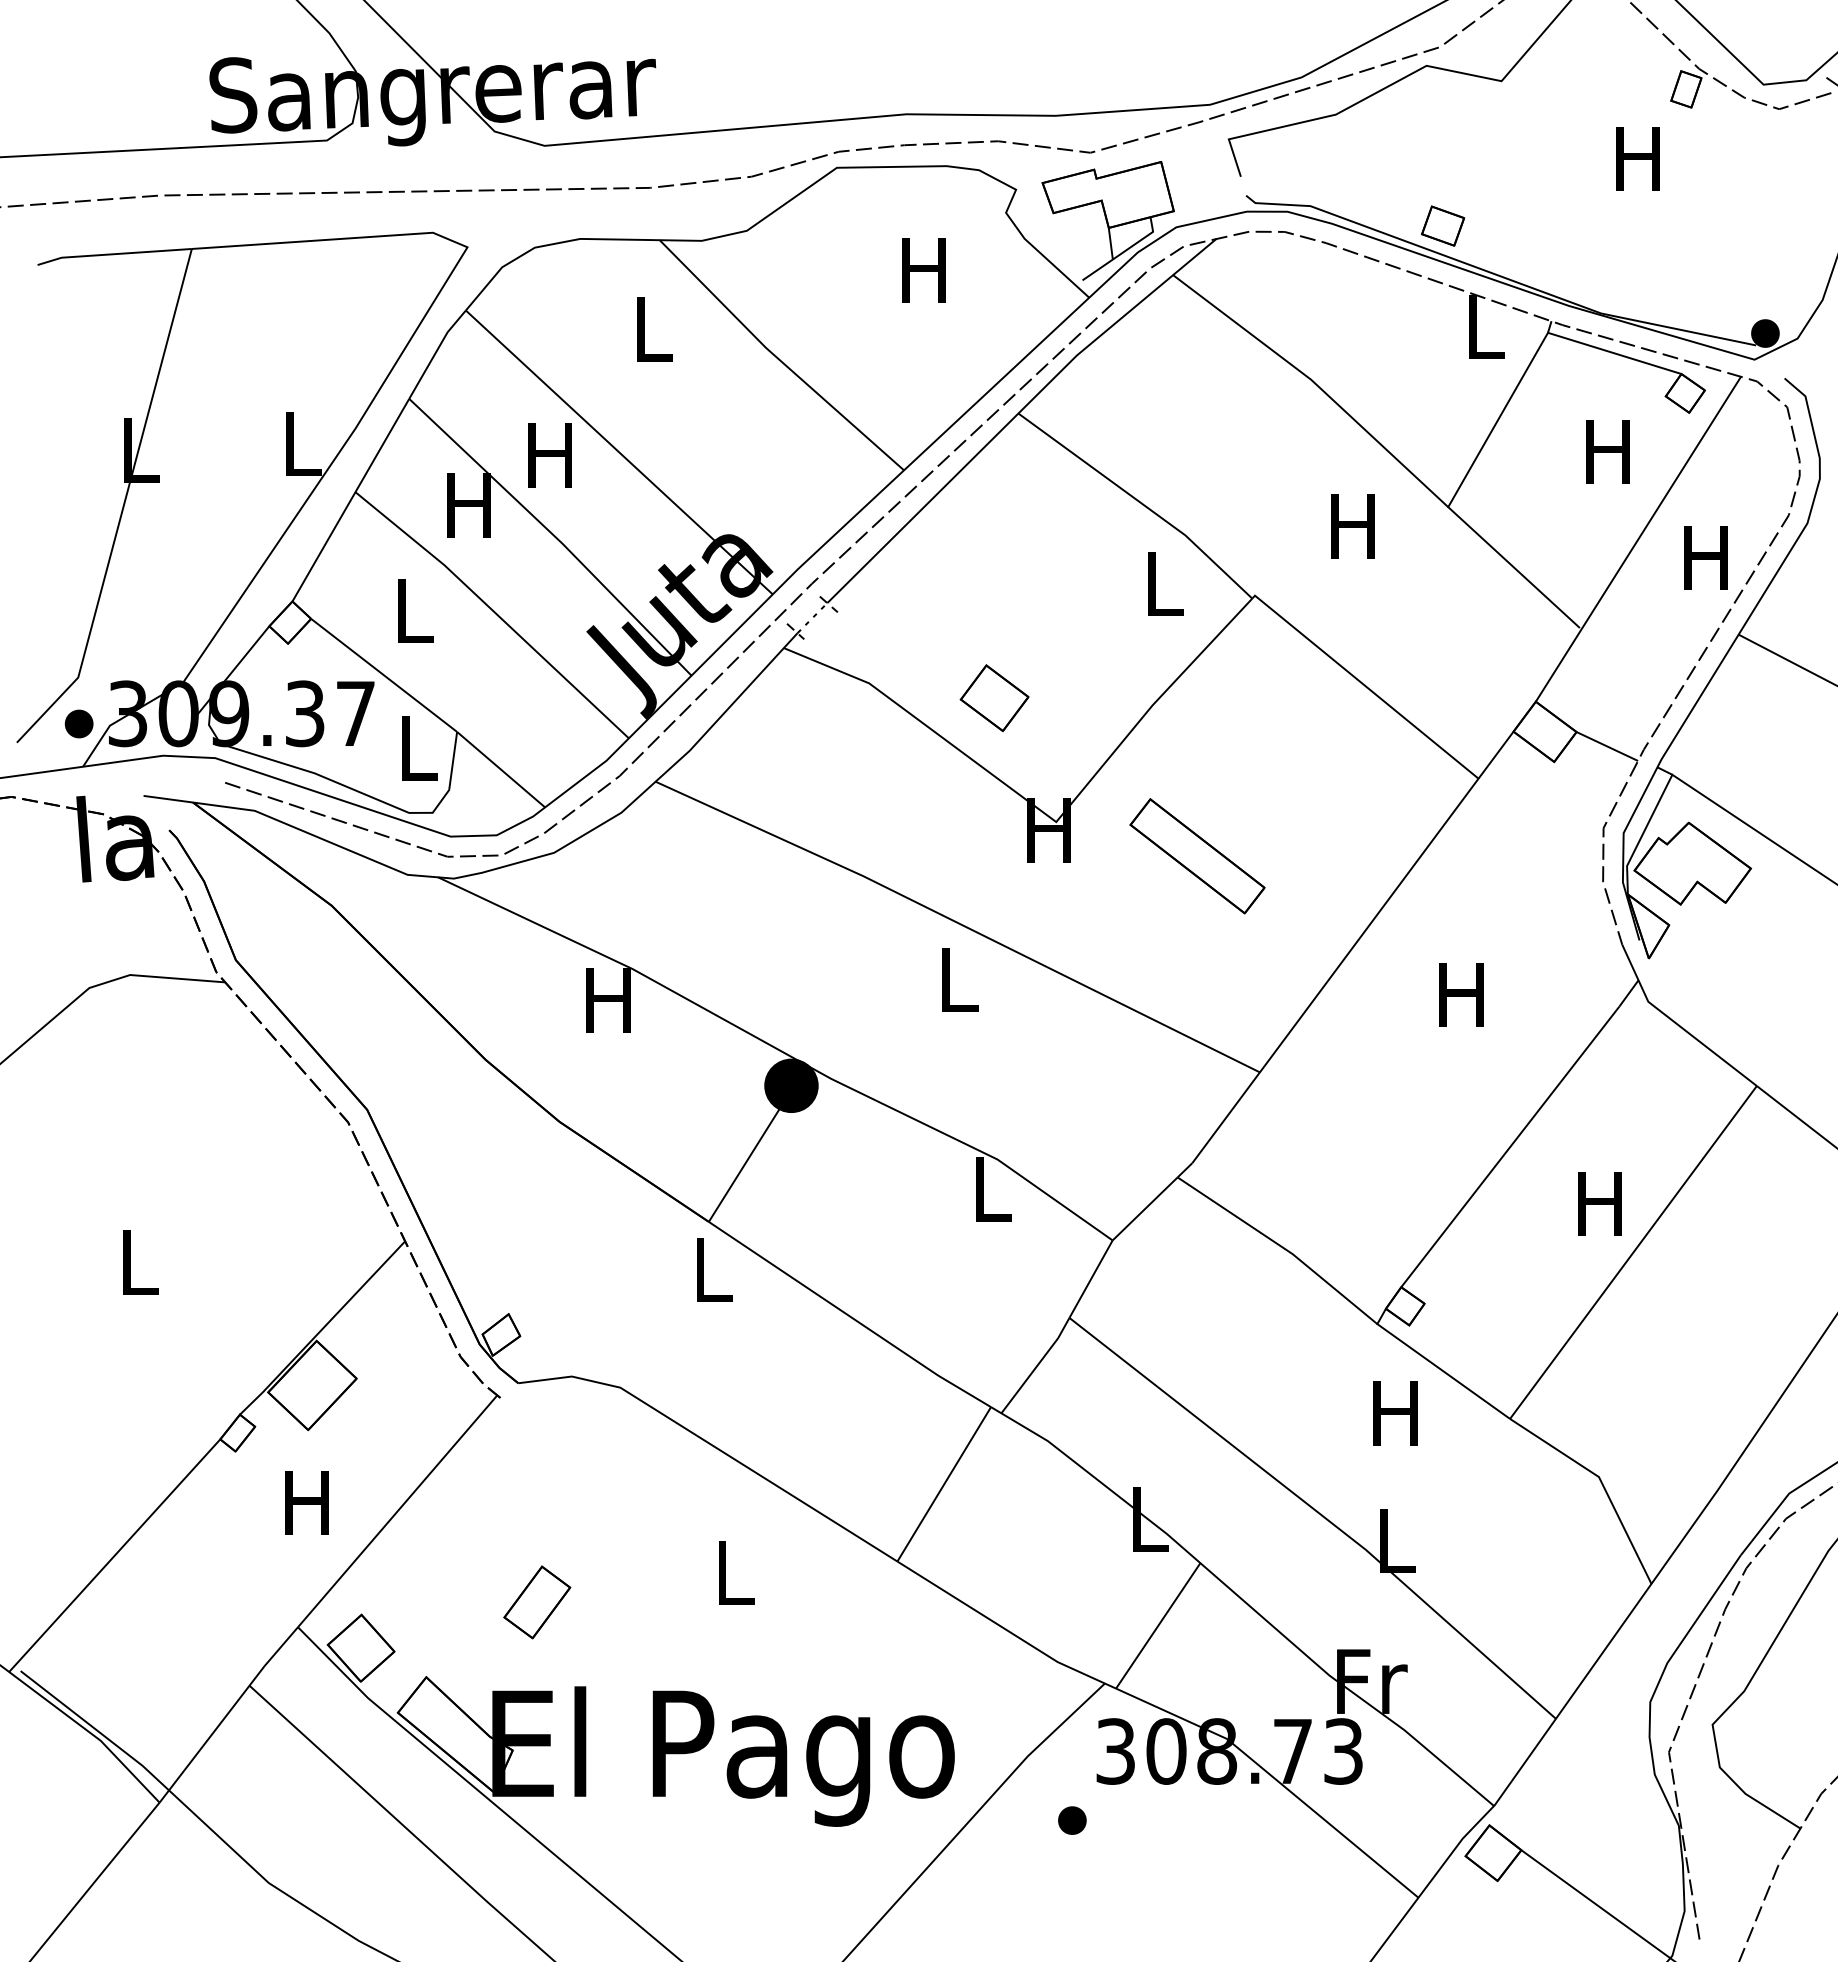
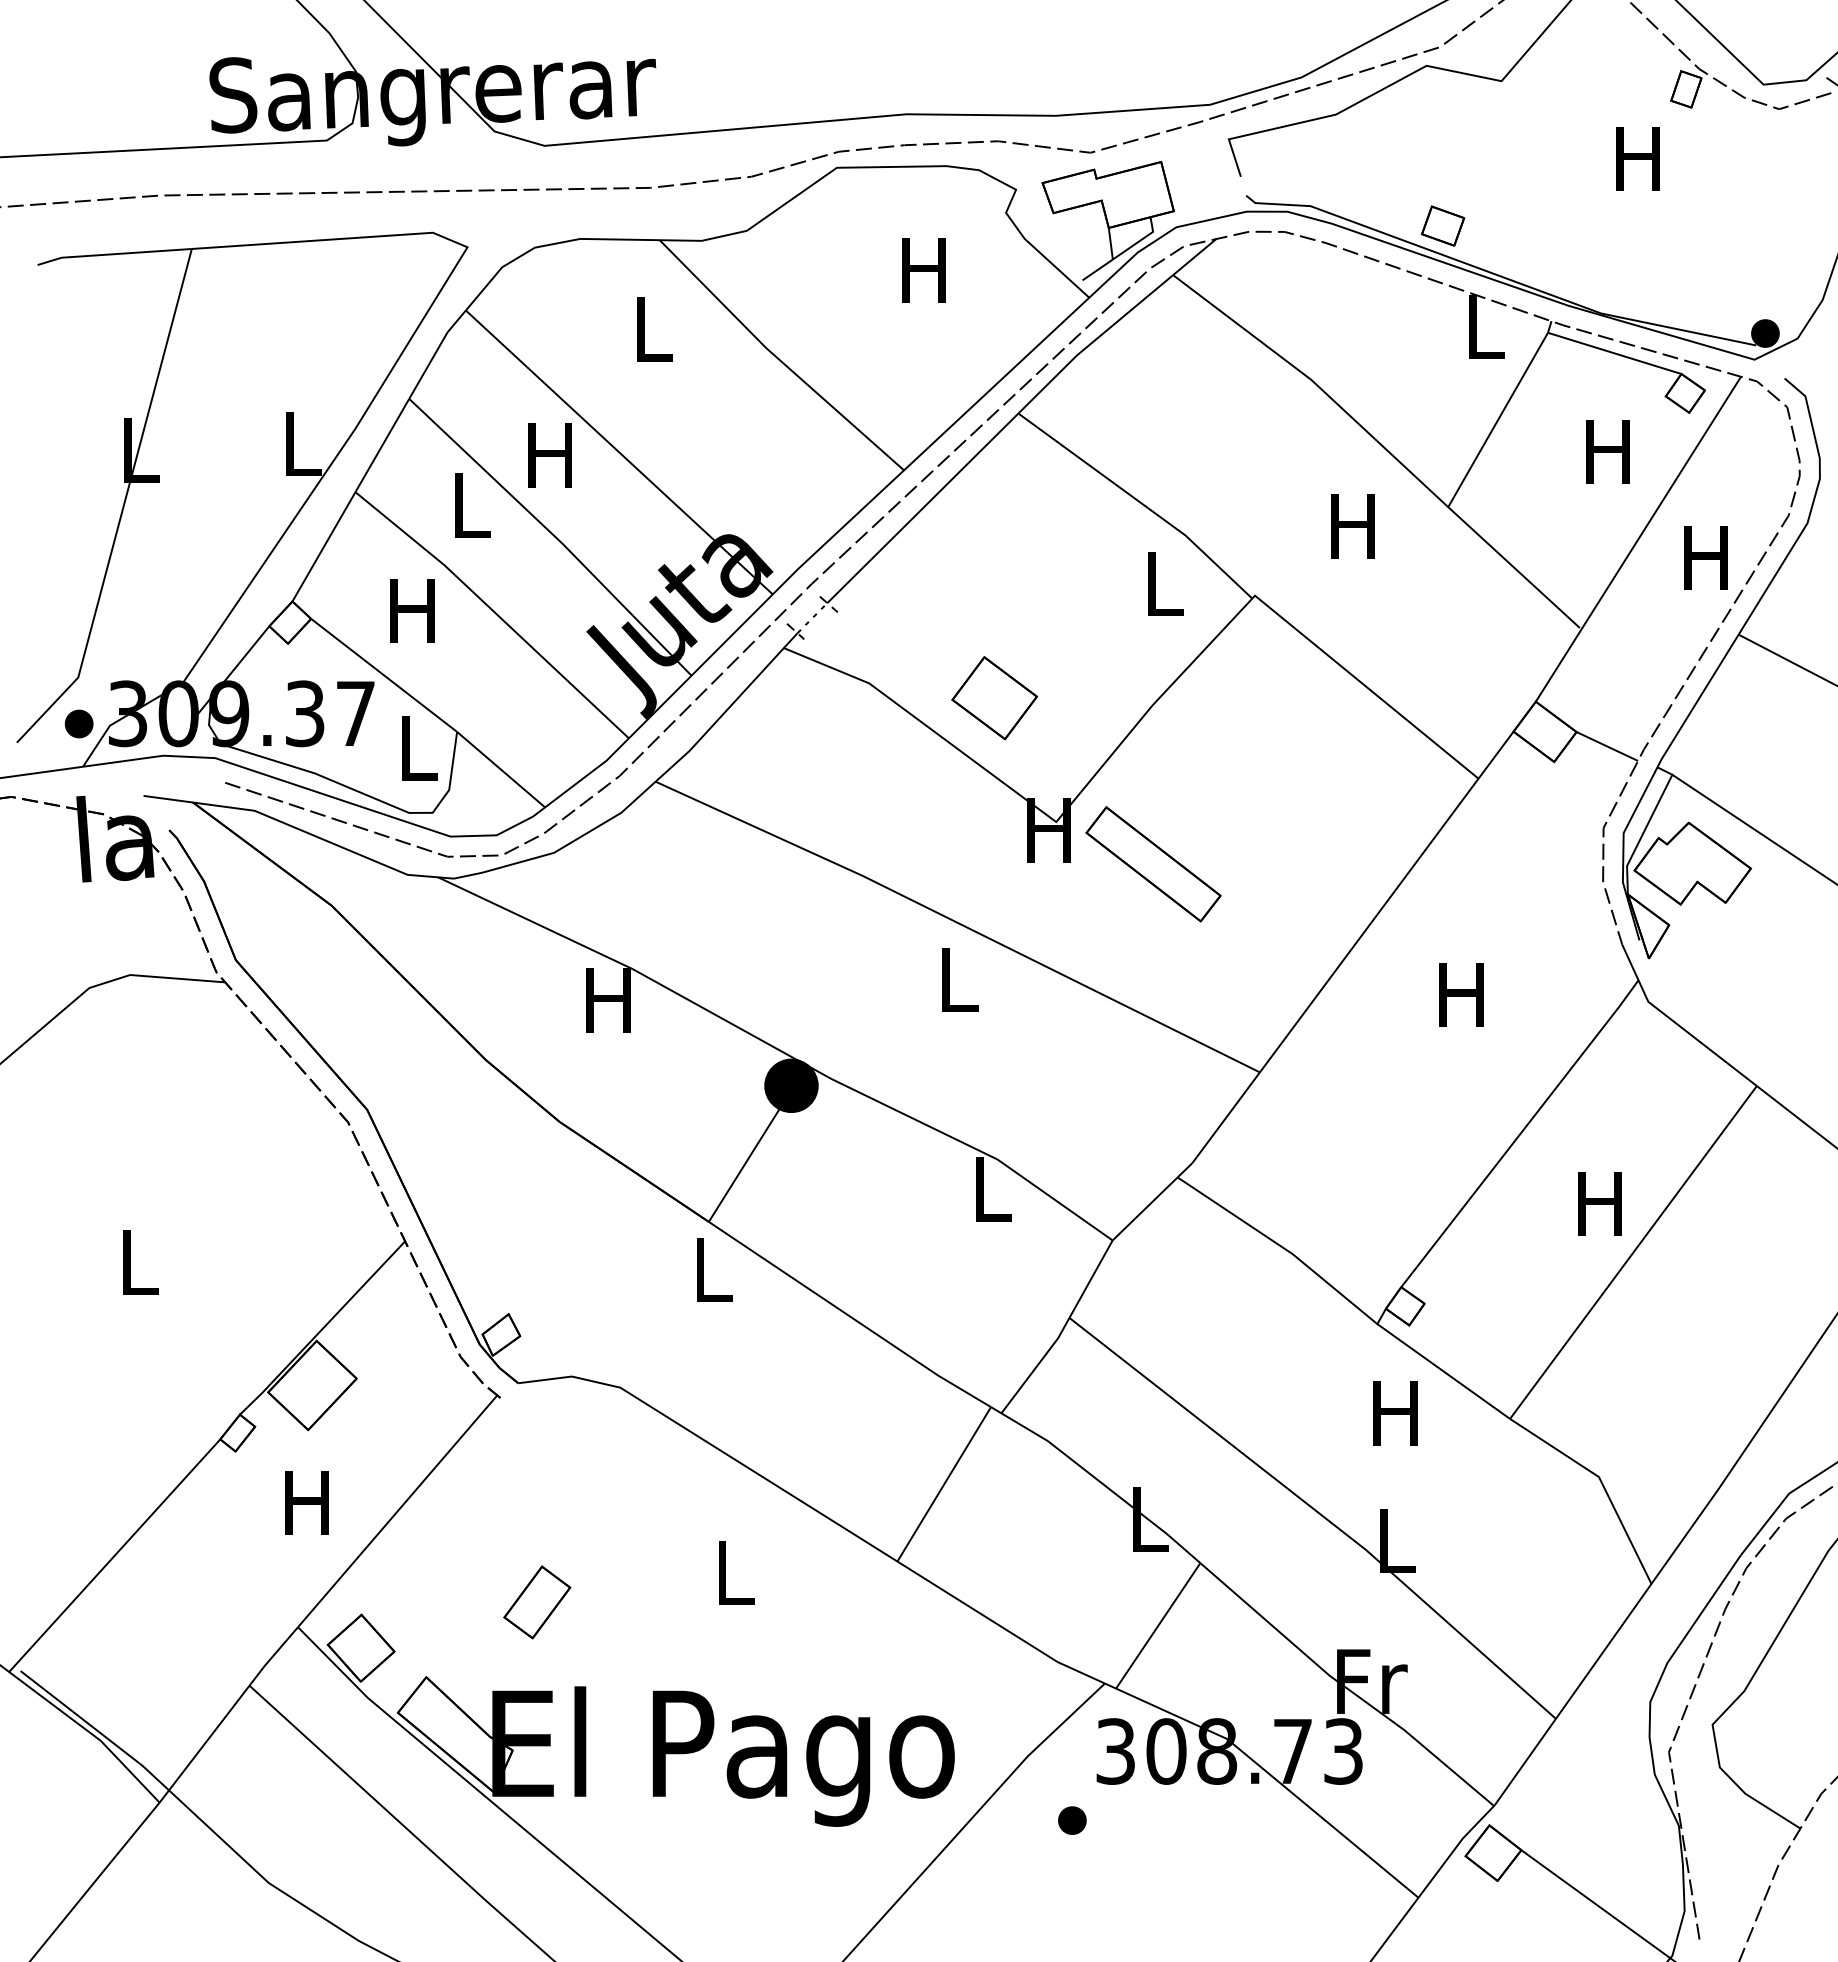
text at (468, 505): H -> L
text at (412, 610): L -> H
part at (994, 698) size: 71x69 px -> 87x85 px
part at (1197, 856) position: (1197, 856) -> (1153, 864)
